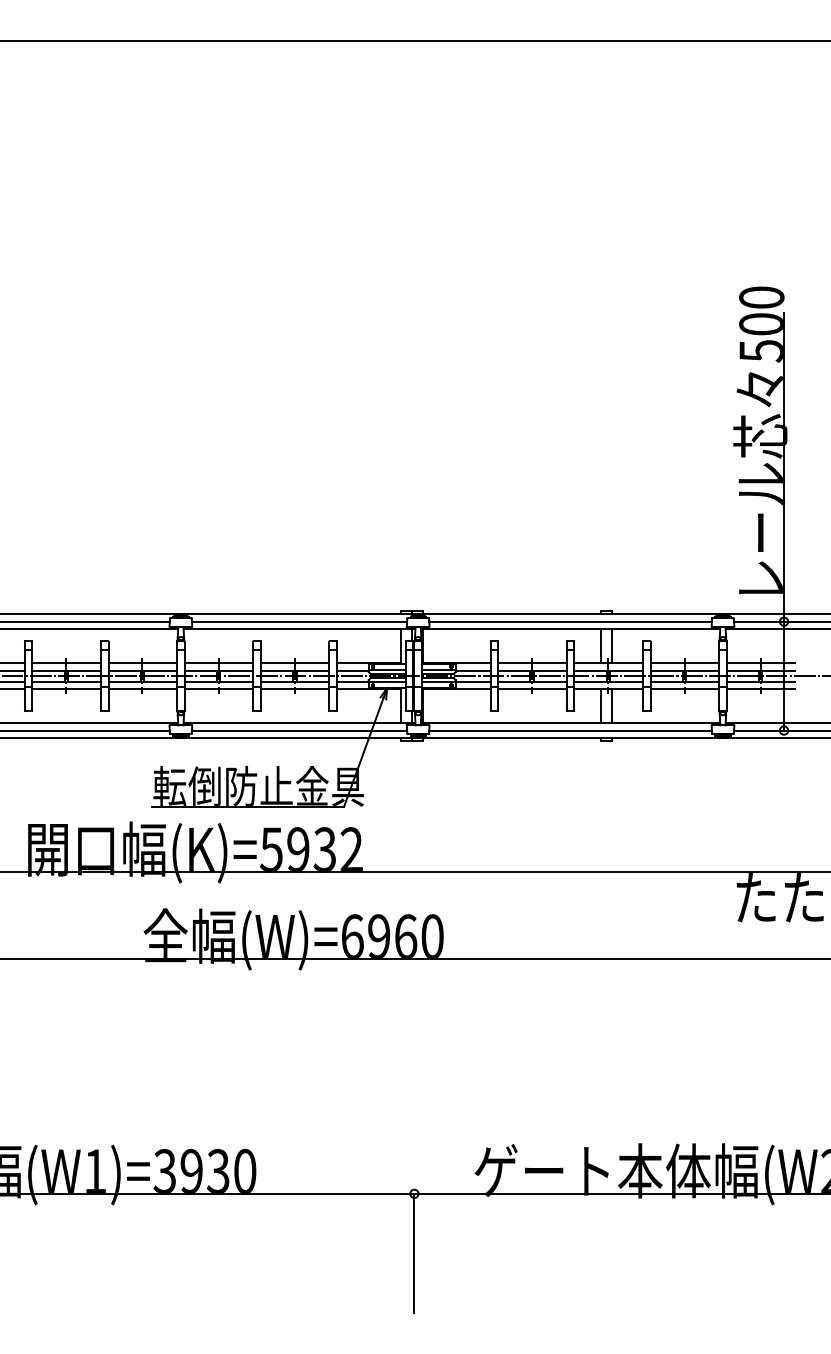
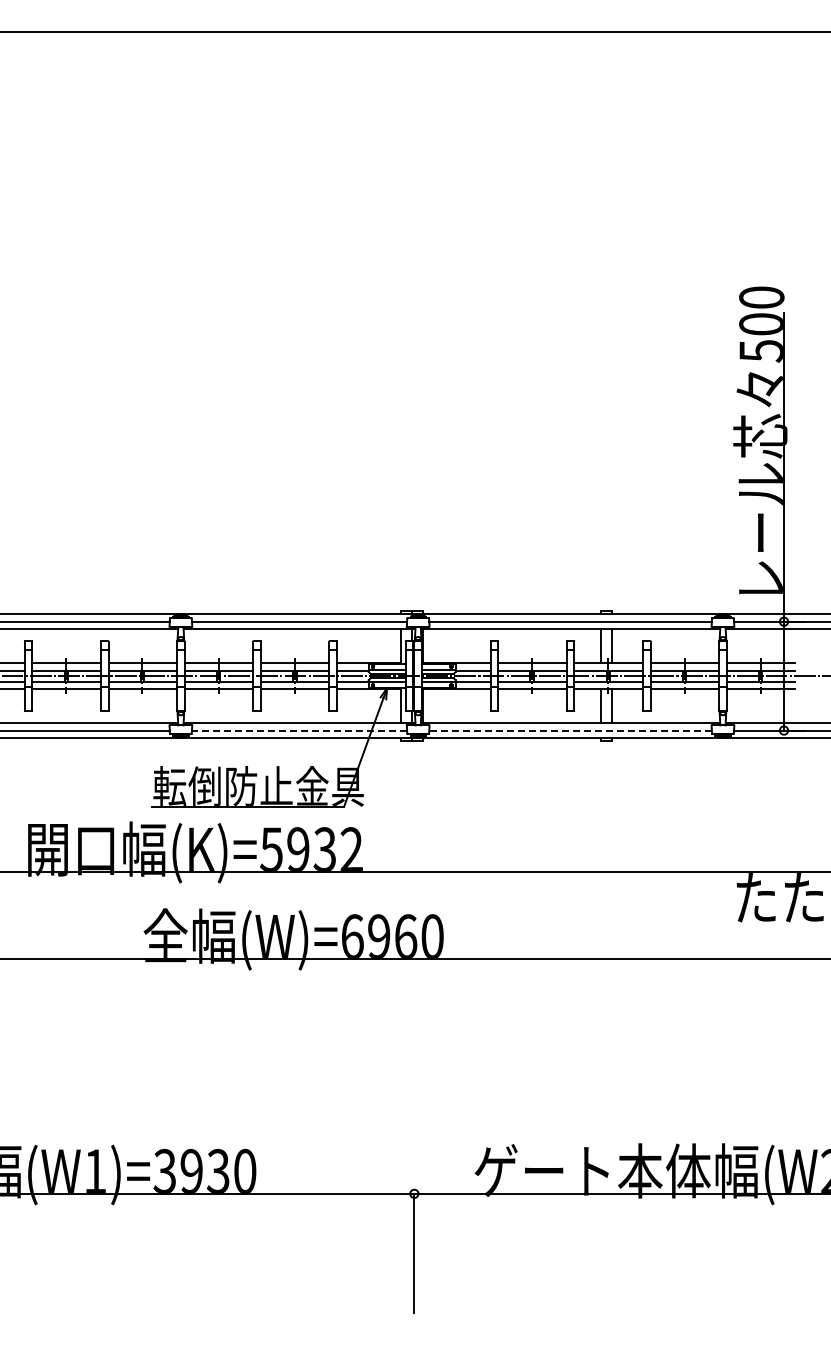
line at (414, 40) position: (414, 40) -> (414, 31)
line at (299, 730): solid -> dashed
line at (570, 730): solid -> dashed
